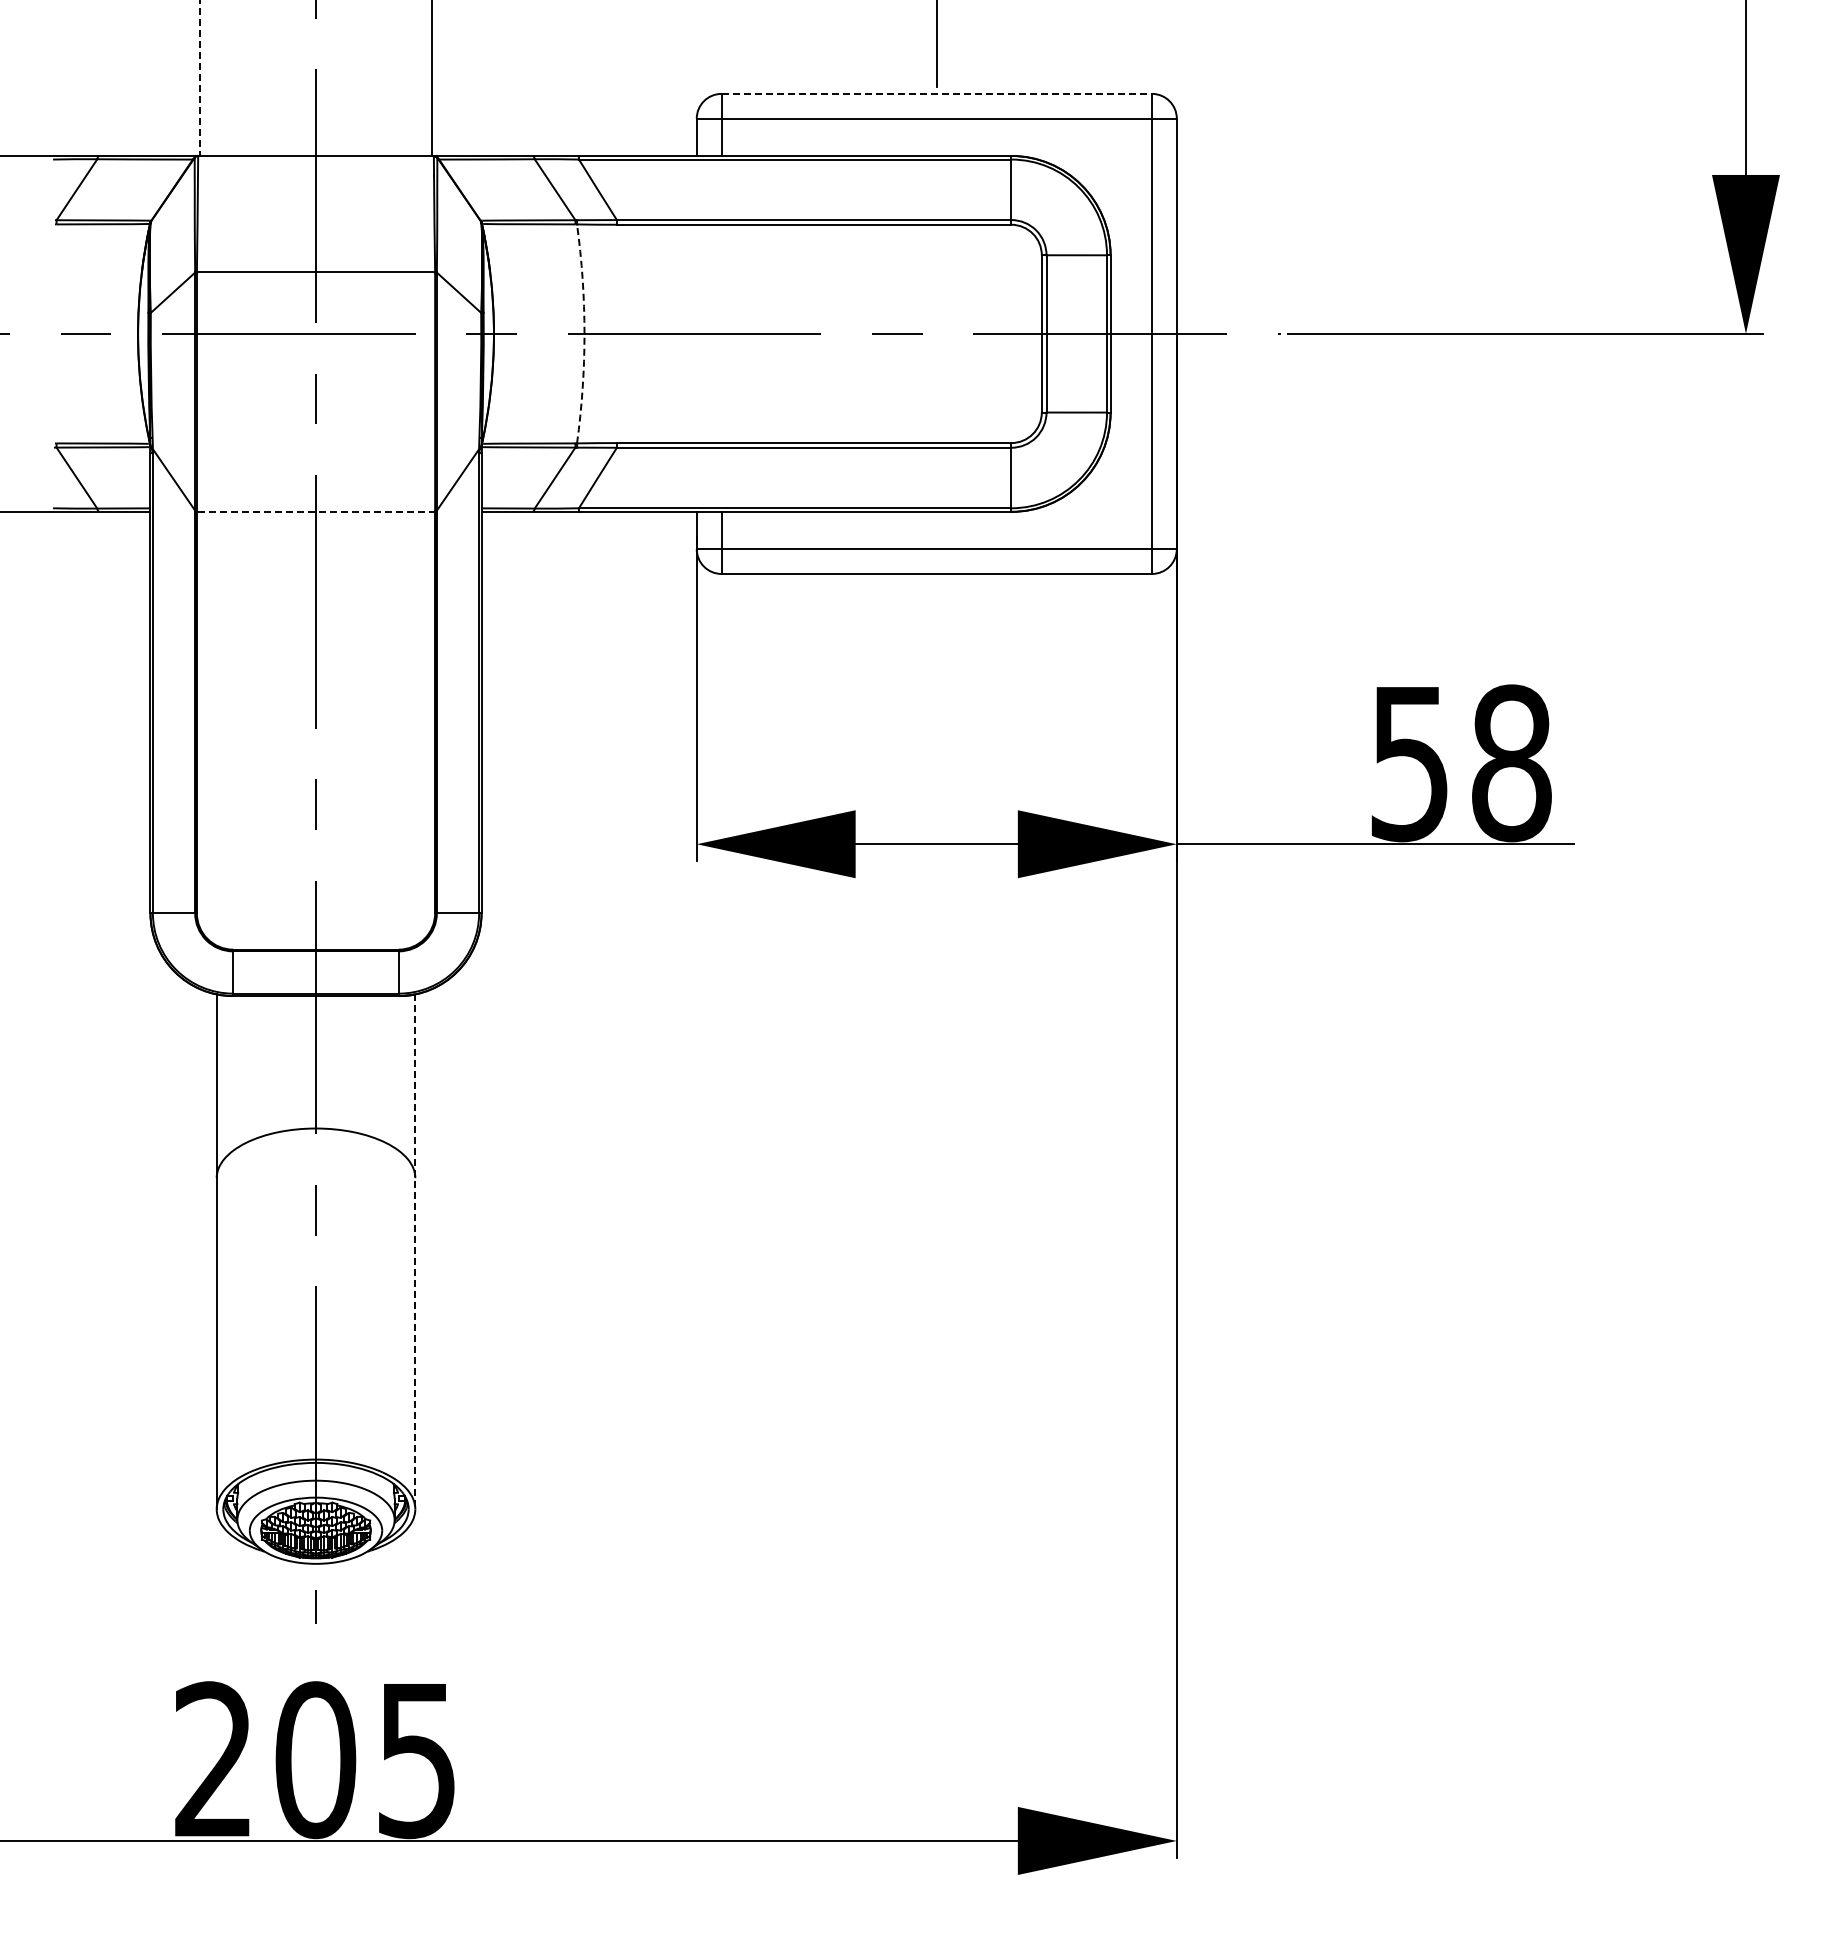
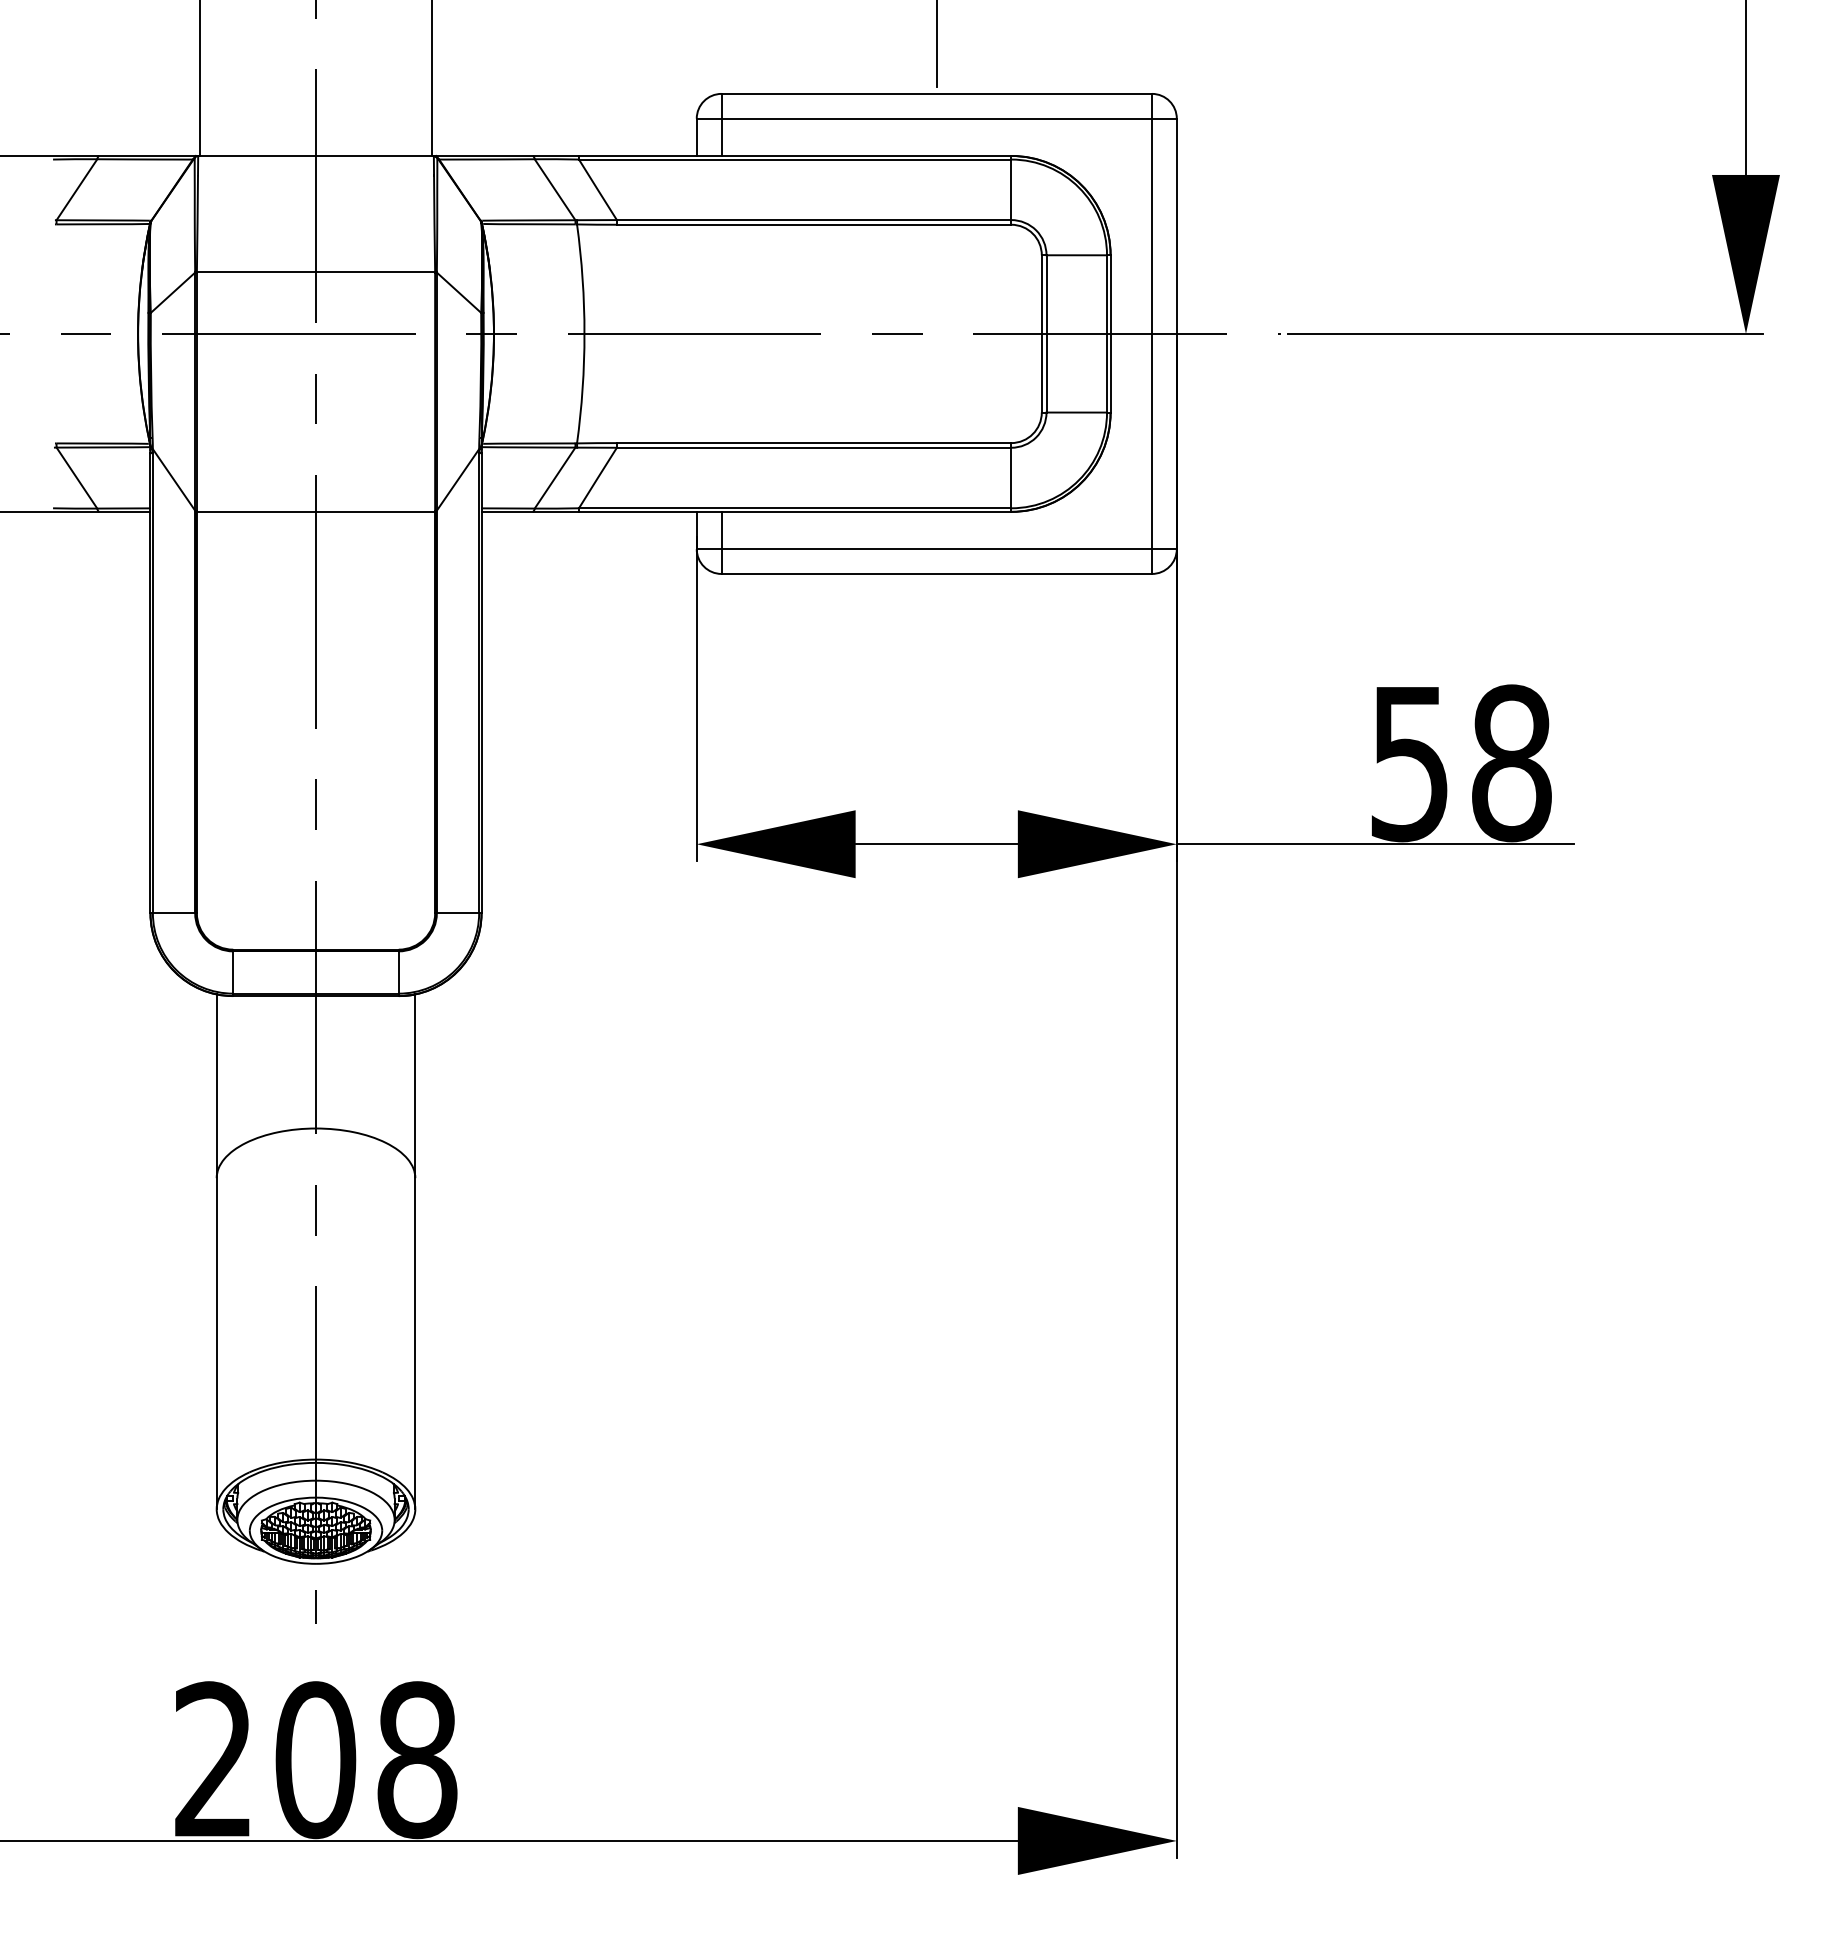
line at (200, 78): dashed -> solid
line at (937, 93): dashed -> solid
arc at (584, 333): dashed -> solid
line at (315, 511): dashed -> solid
line at (415, 1252): dashed -> solid
text at (417, 1760): 205 -> 208
